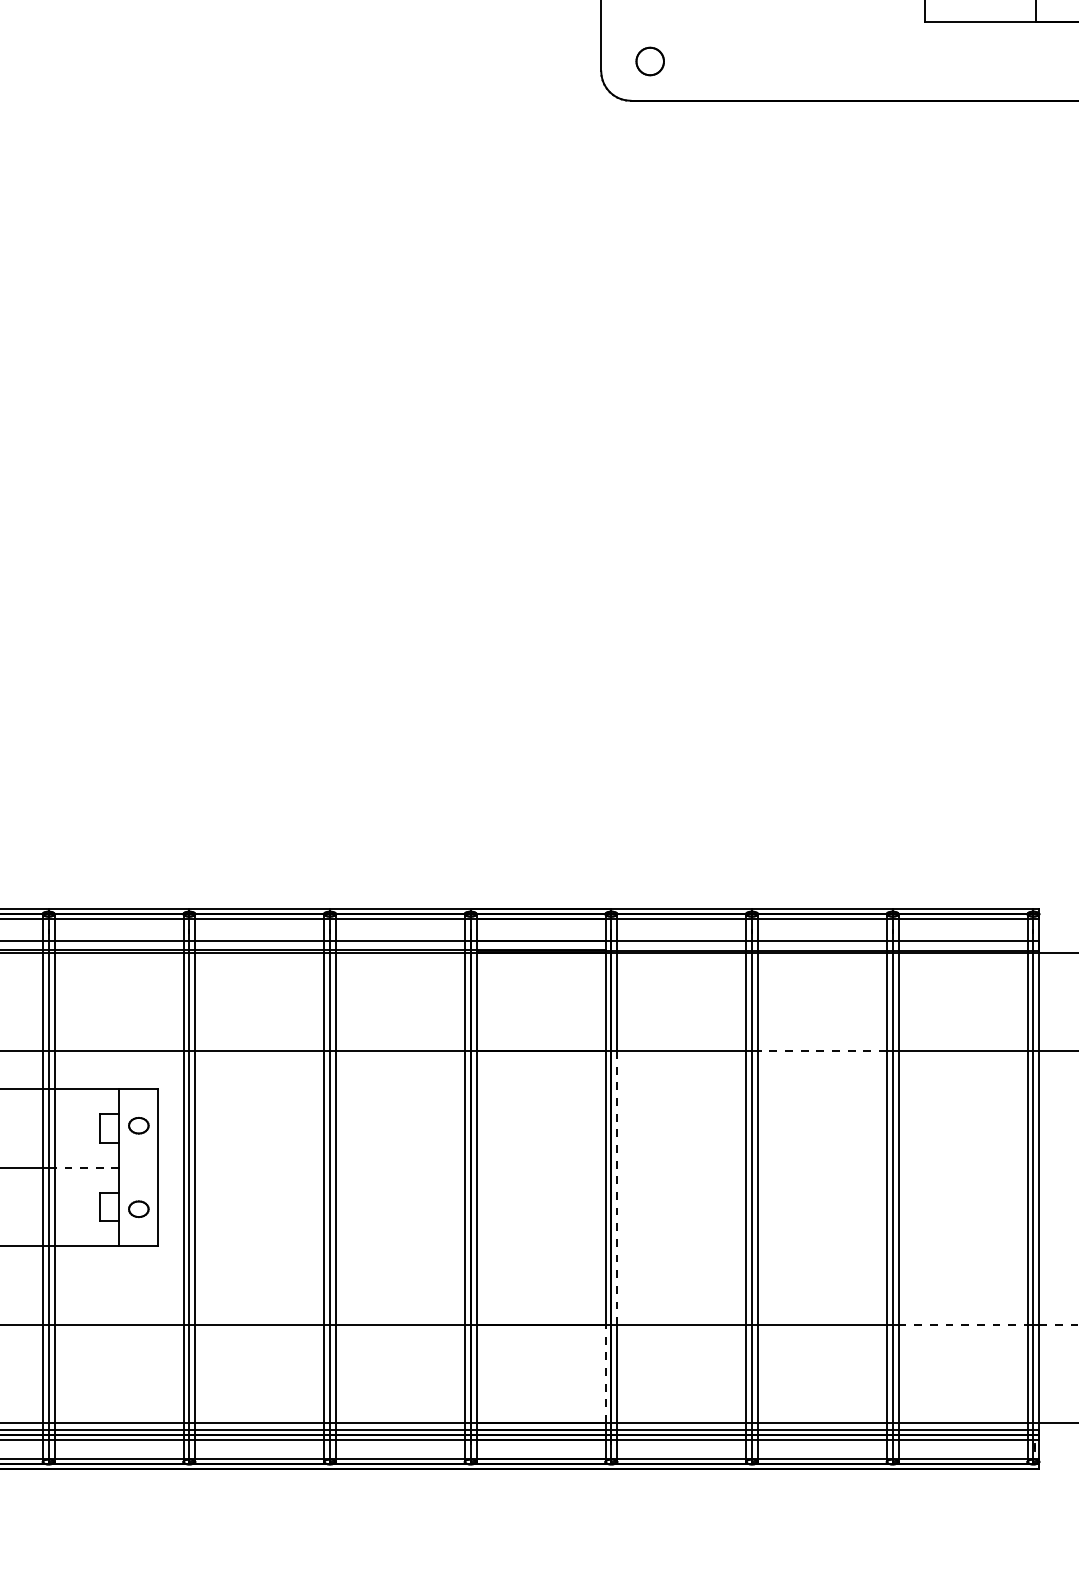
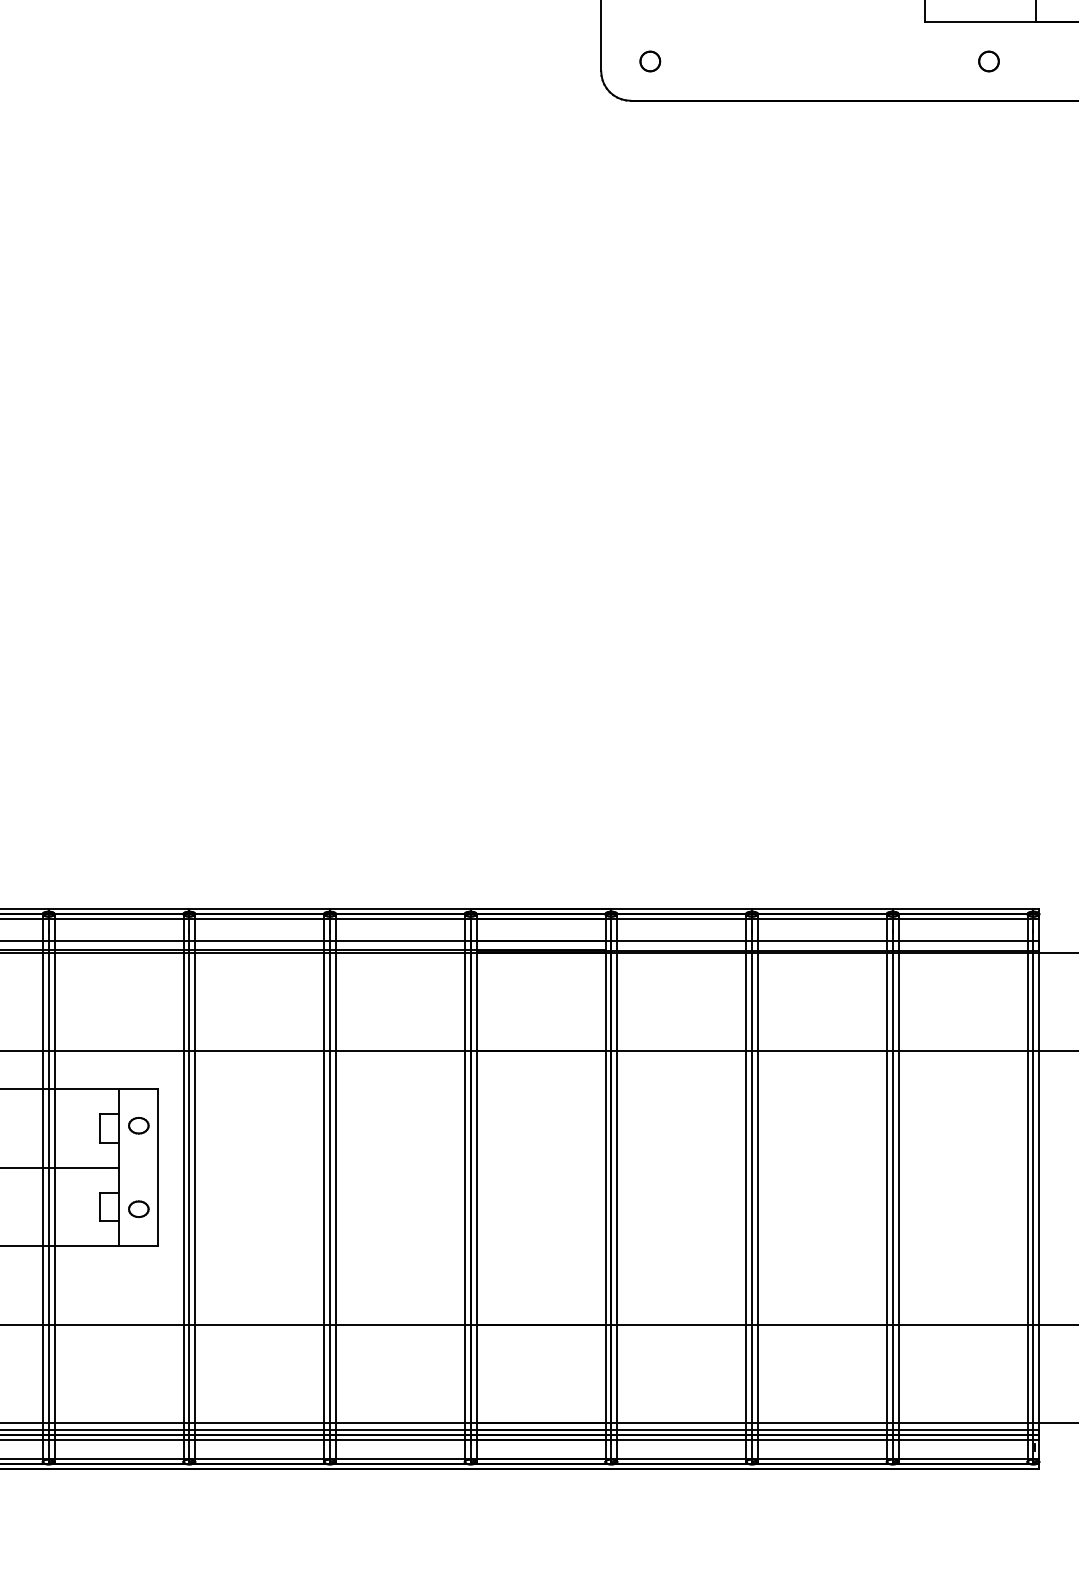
part at (649, 61) size: 30x31 px -> 23x23 px
part at (988, 61): none -> present
line at (821, 1051): dashed -> solid
line at (86, 1167): dashed -> solid
line at (617, 1188): dashed -> solid
line at (963, 1325): dashed -> solid
line at (1059, 1325): dashed -> solid
line at (605, 1373): dashed -> solid
